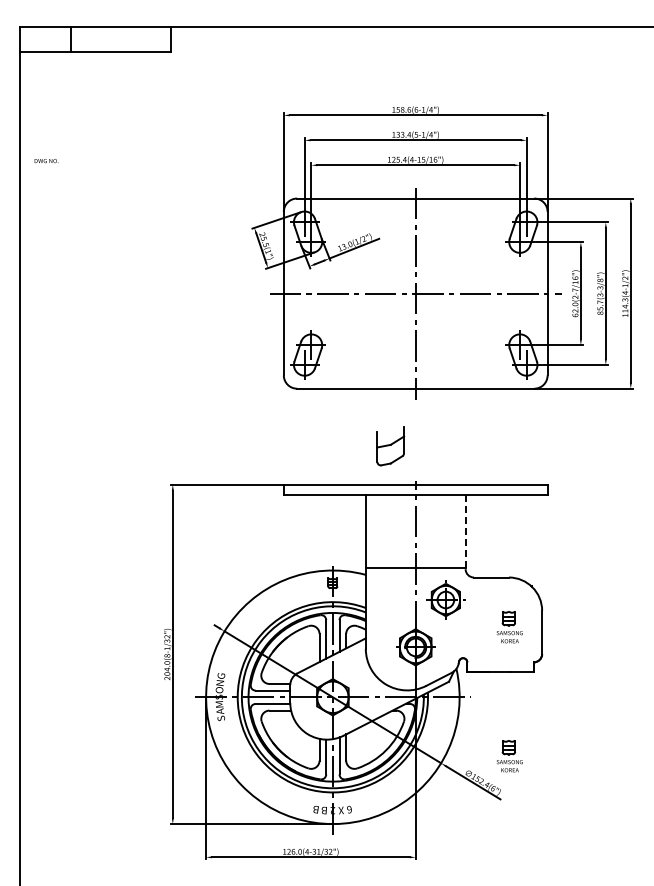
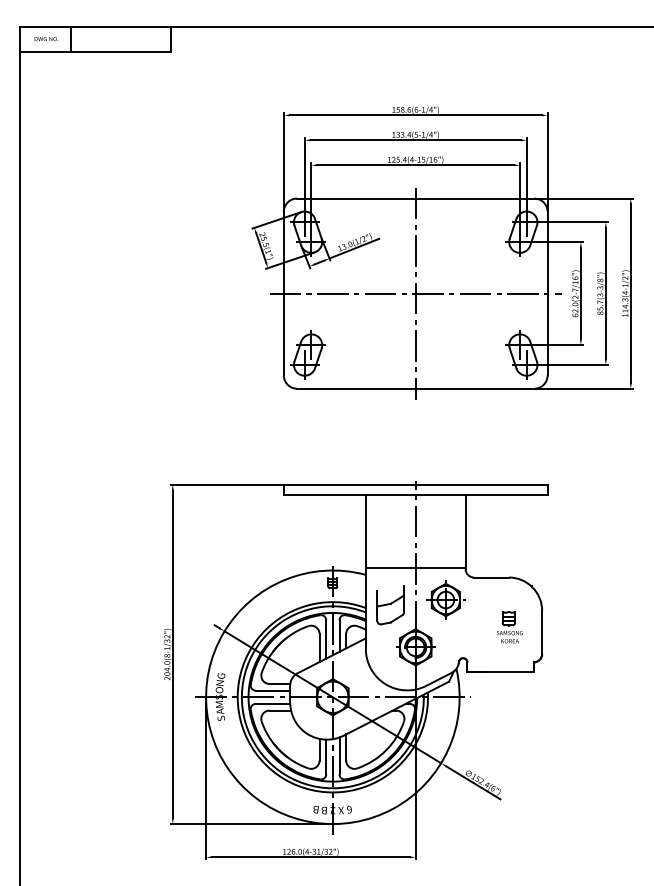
text at (46, 161) position: (46, 161) -> (46, 39)
part at (390, 446) position: (390, 446) -> (390, 605)
line at (465, 532): dashed -> solid
part at (509, 756): present -> none
